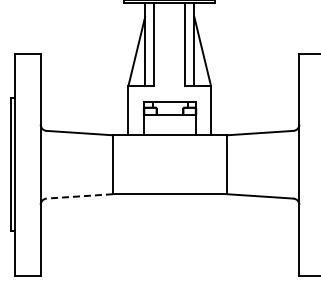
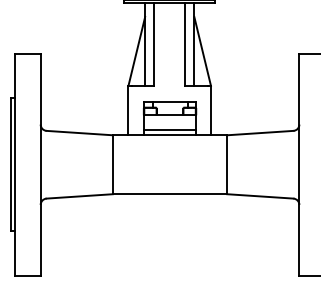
line at (169, 130): none -> present
line at (79, 196): dashed -> solid
